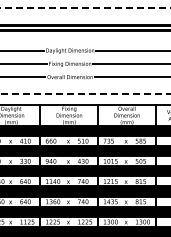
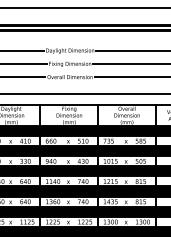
line at (85, 7): dashed -> solid
line at (85, 93): dashed -> solid
